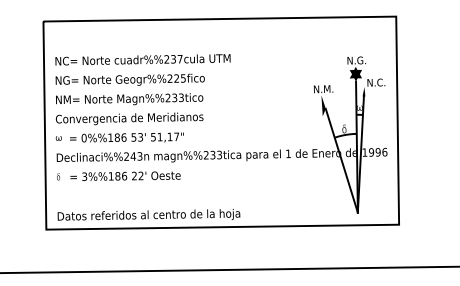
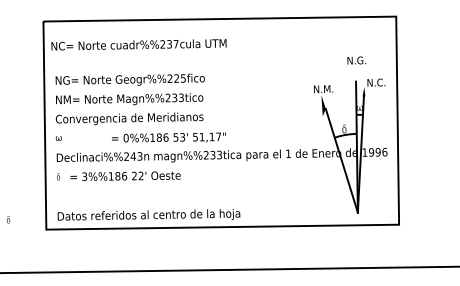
text at (142, 59) position: (142, 59) -> (138, 44)
fill at (355, 73): present -> none
text at (126, 137) position: (126, 137) -> (168, 137)
part at (8, 219): none -> present
